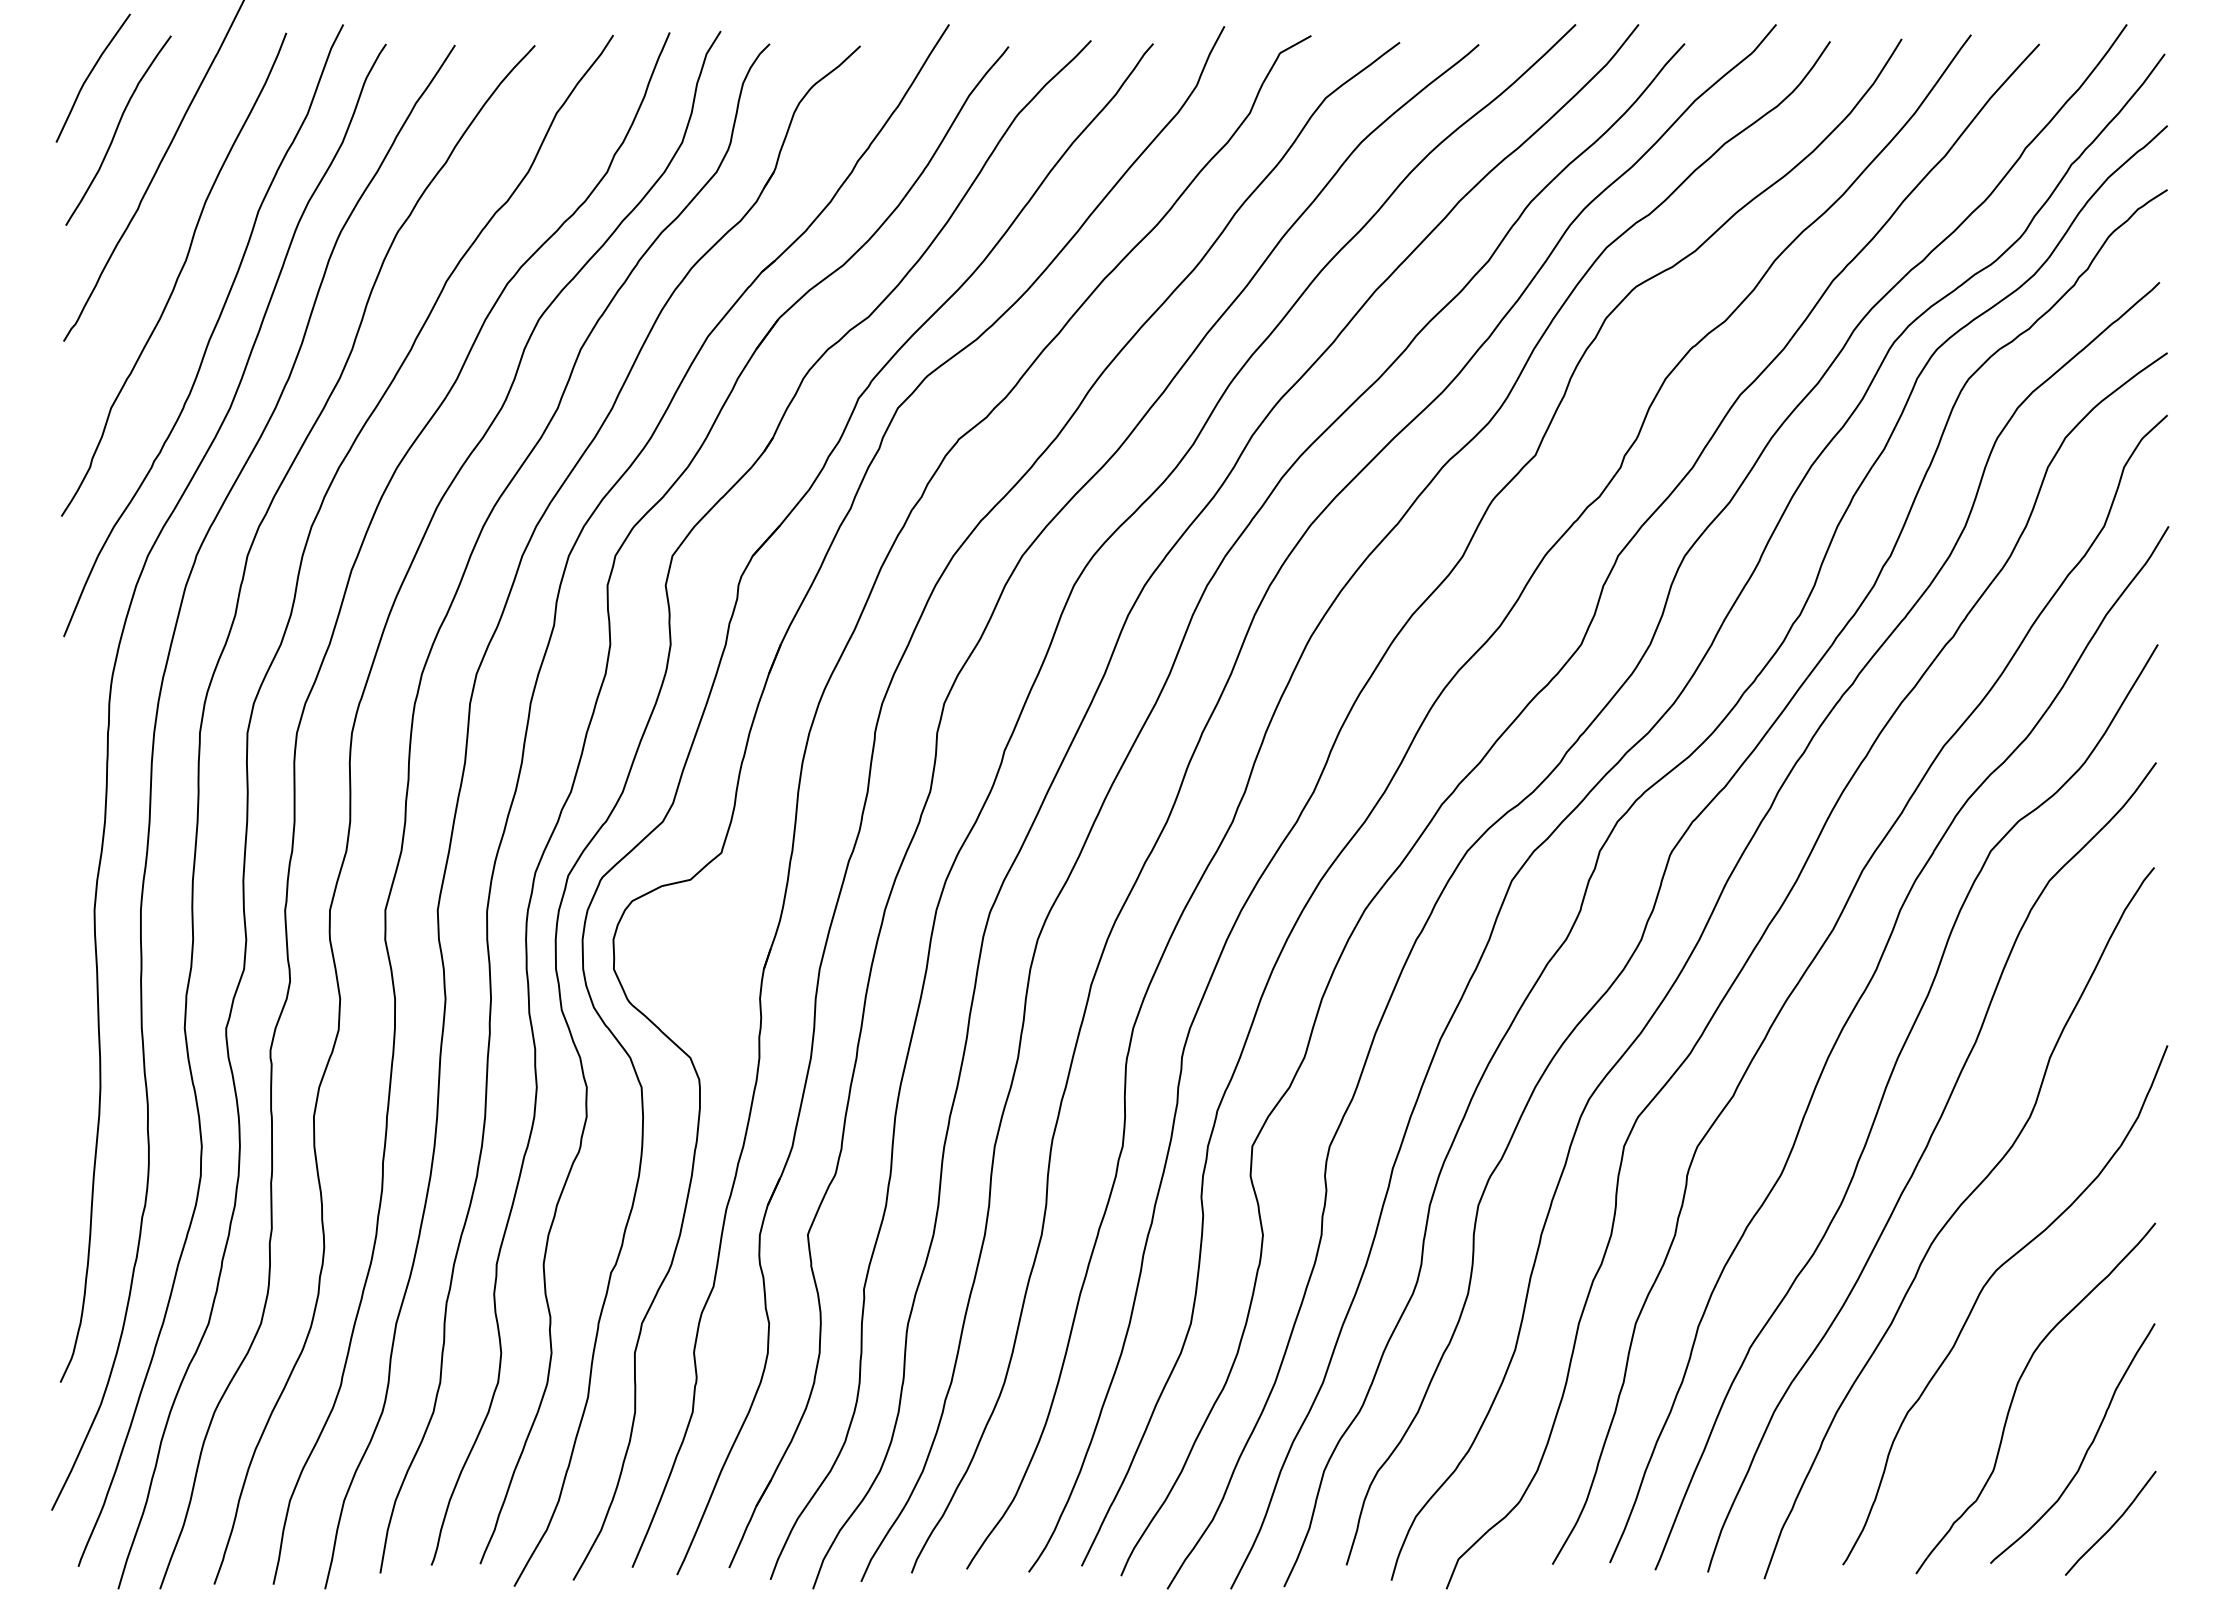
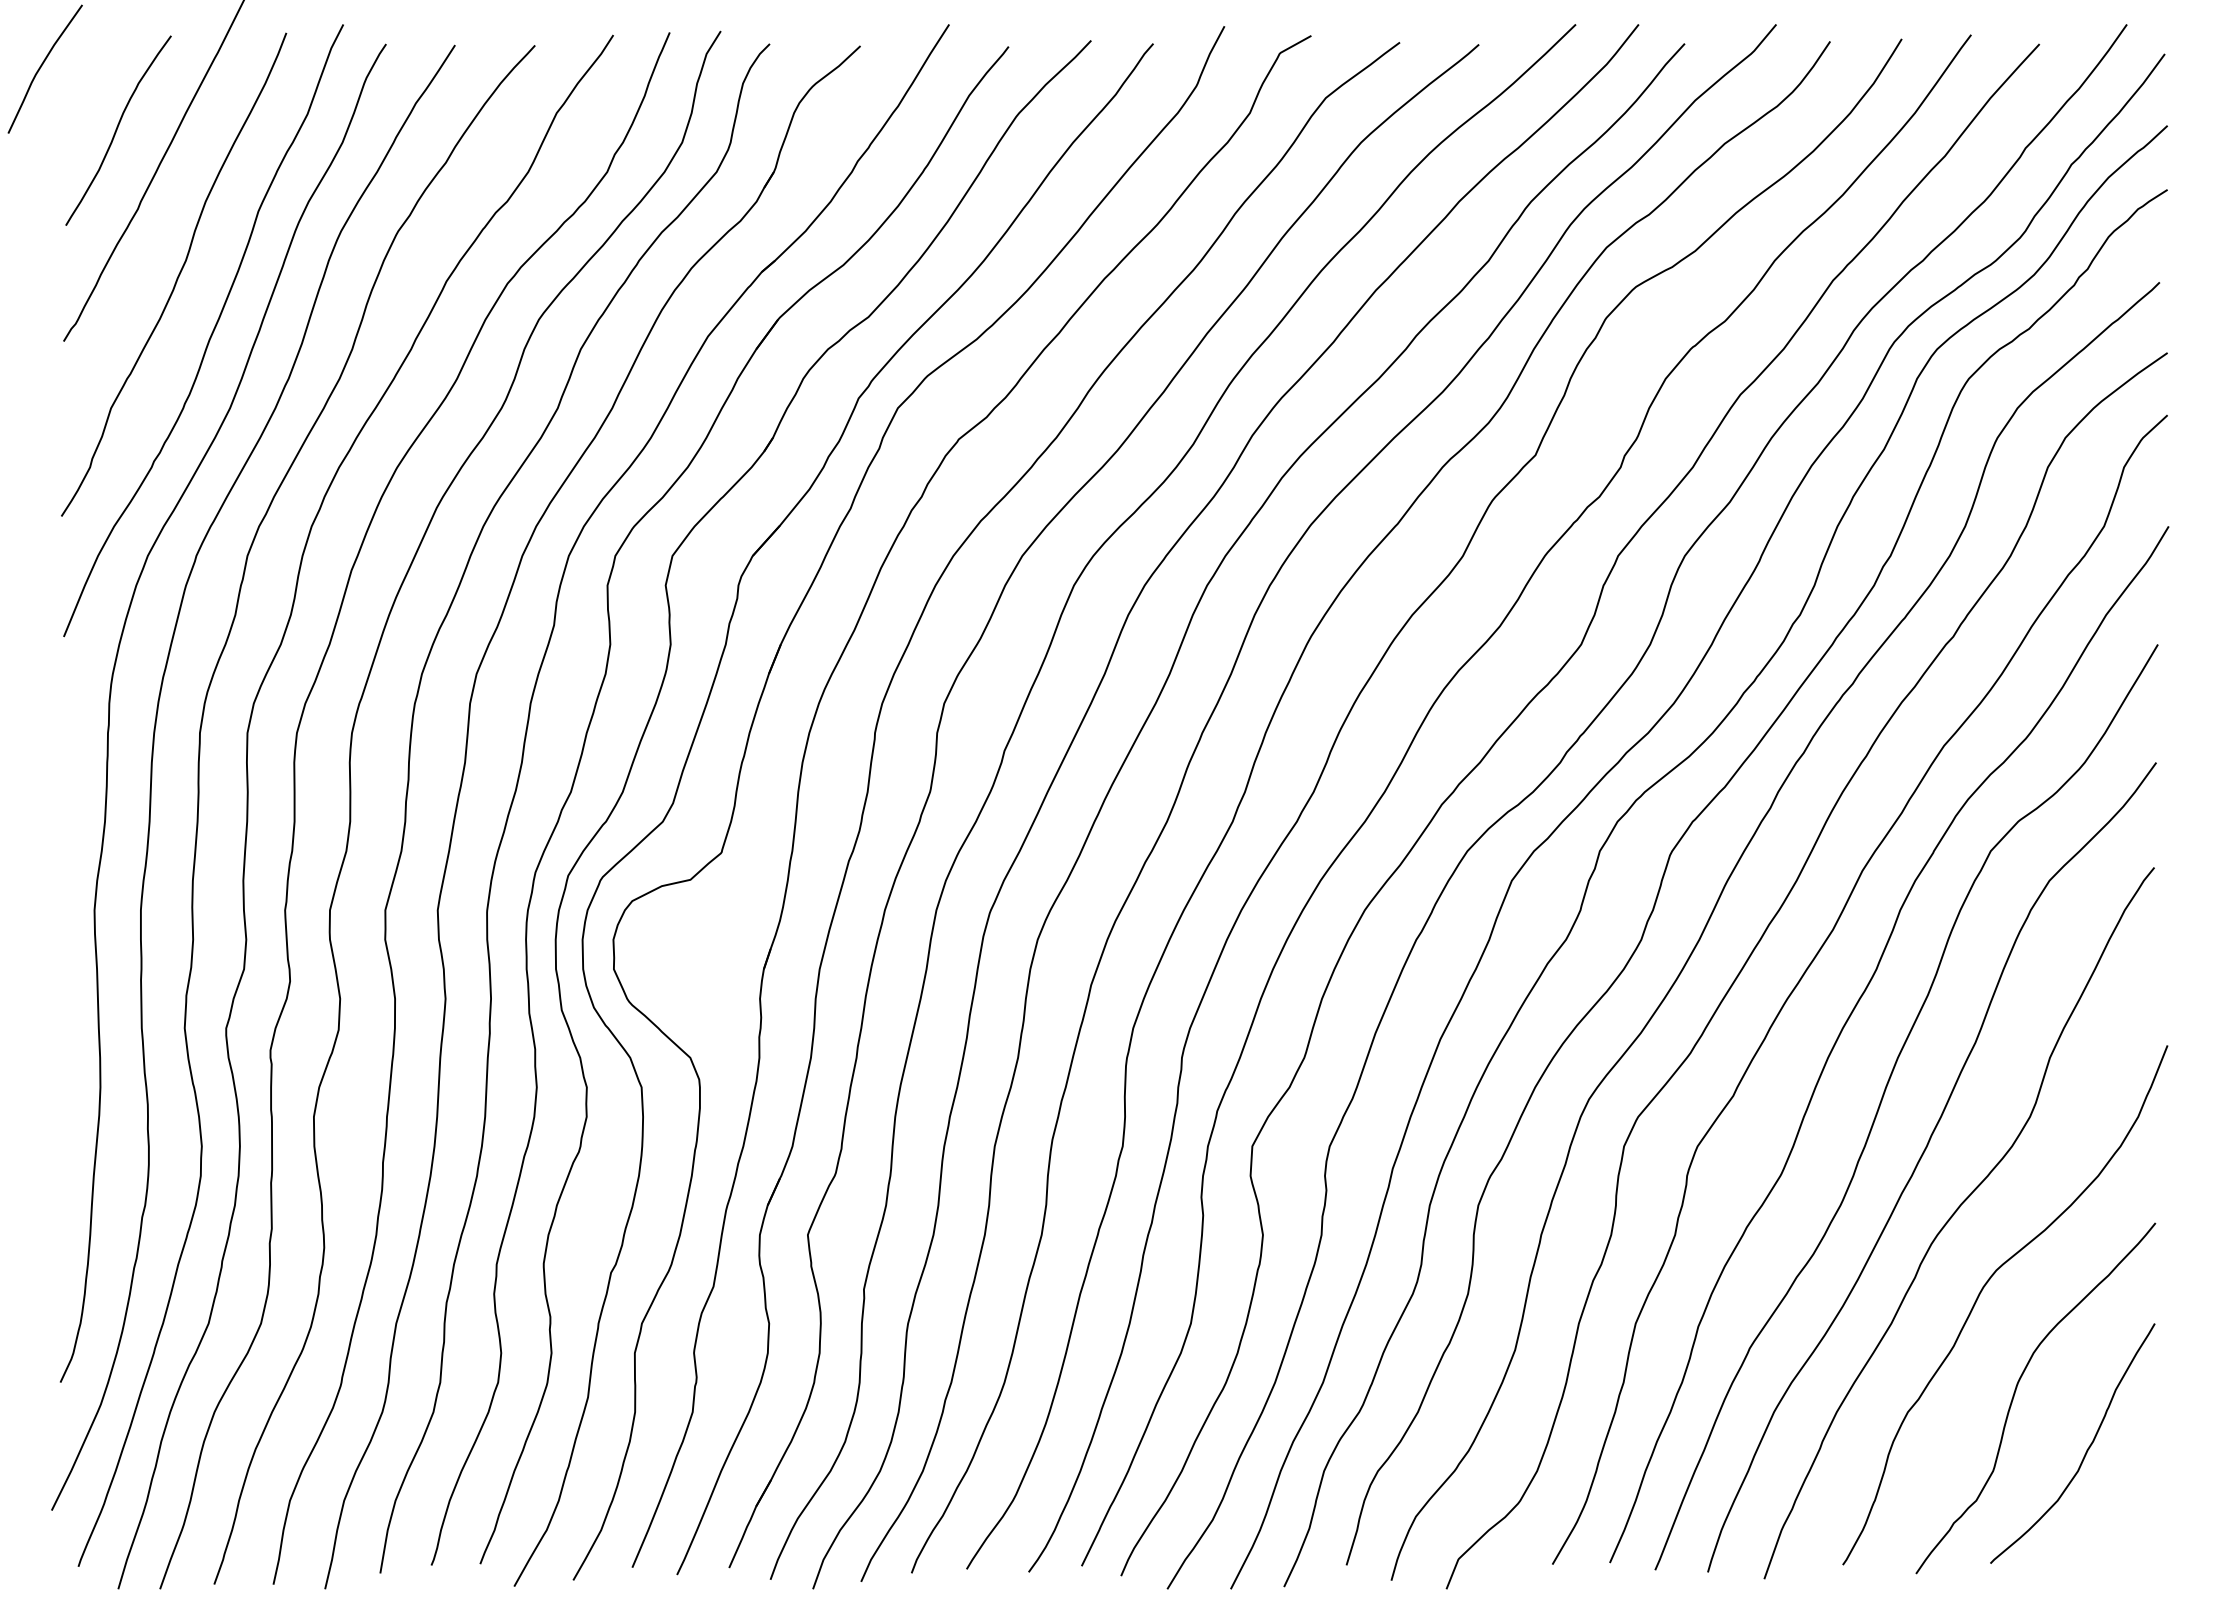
curve at (89, 76) position: (89, 76) -> (41, 67)
curve at (2112, 1524): present -> none
